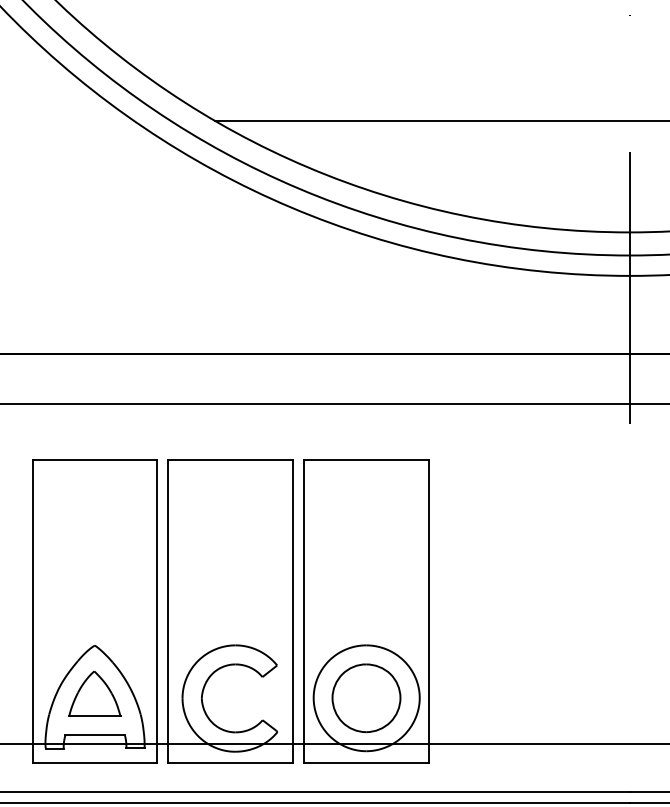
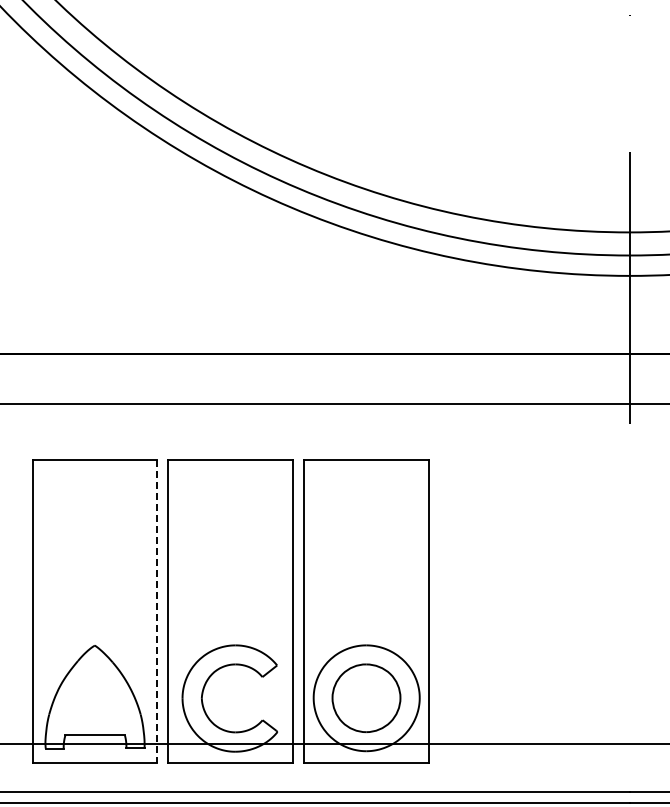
line at (440, 121): present -> none
line at (157, 611): solid -> dashed
part at (94, 693): present -> none
